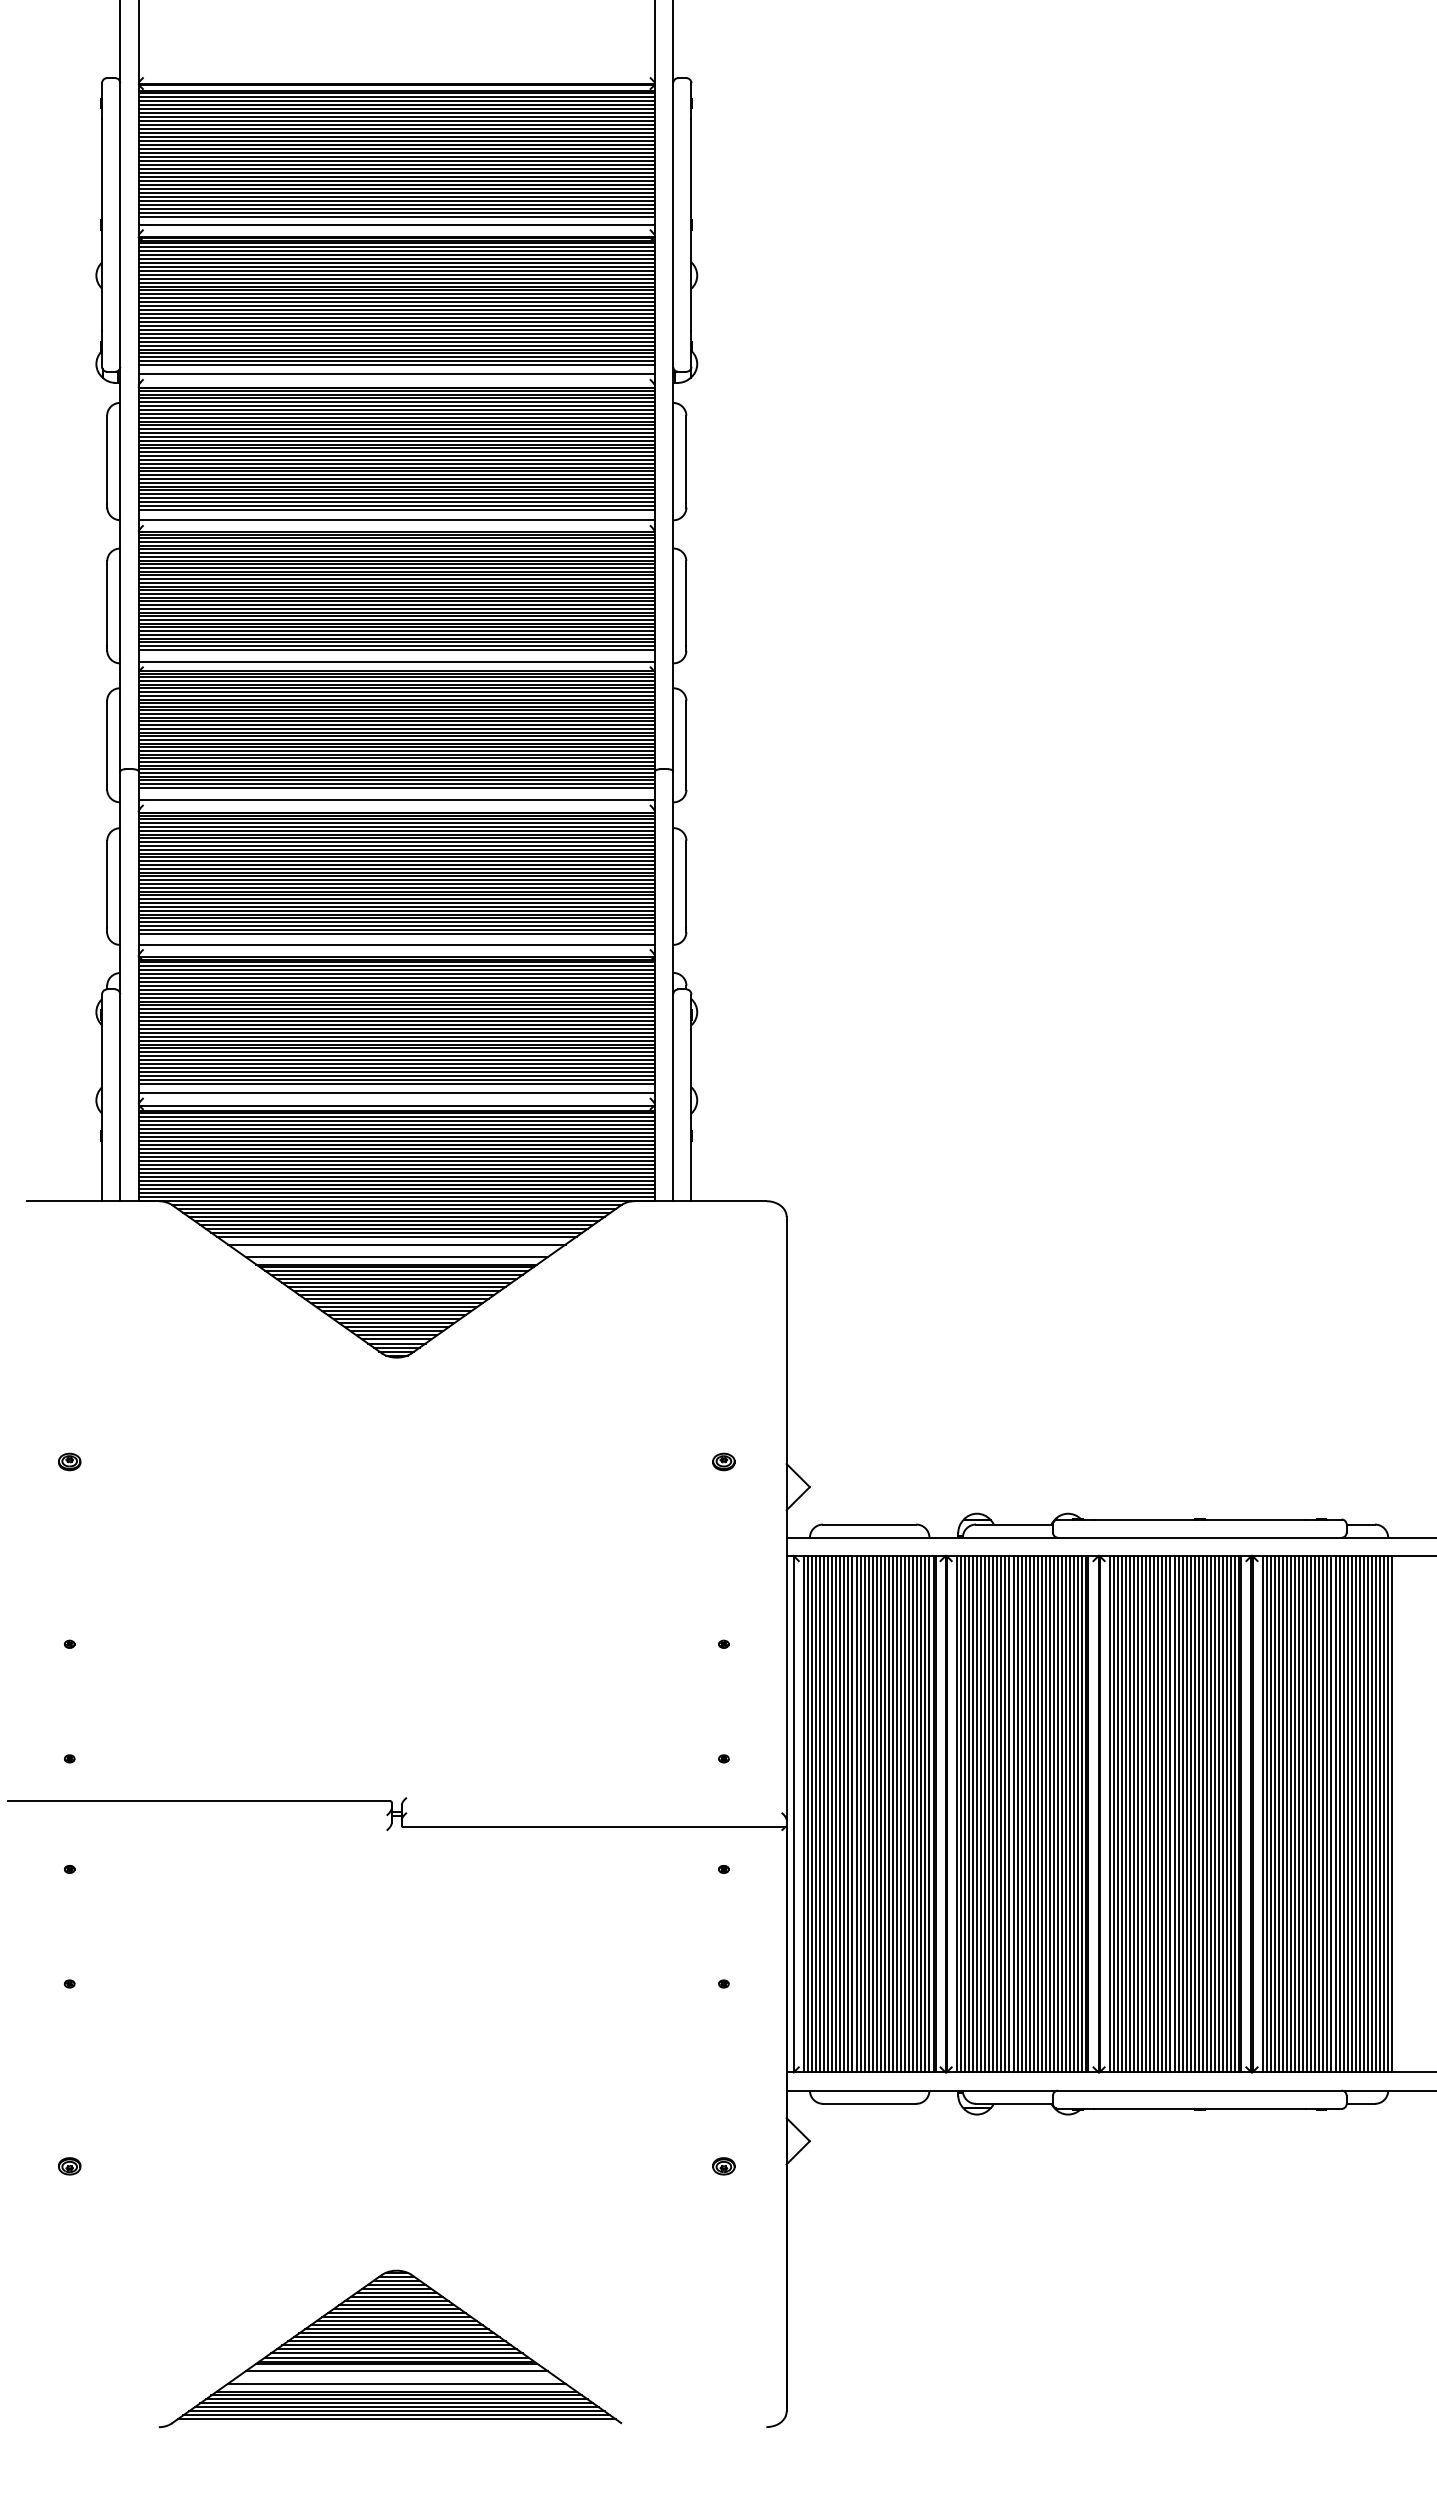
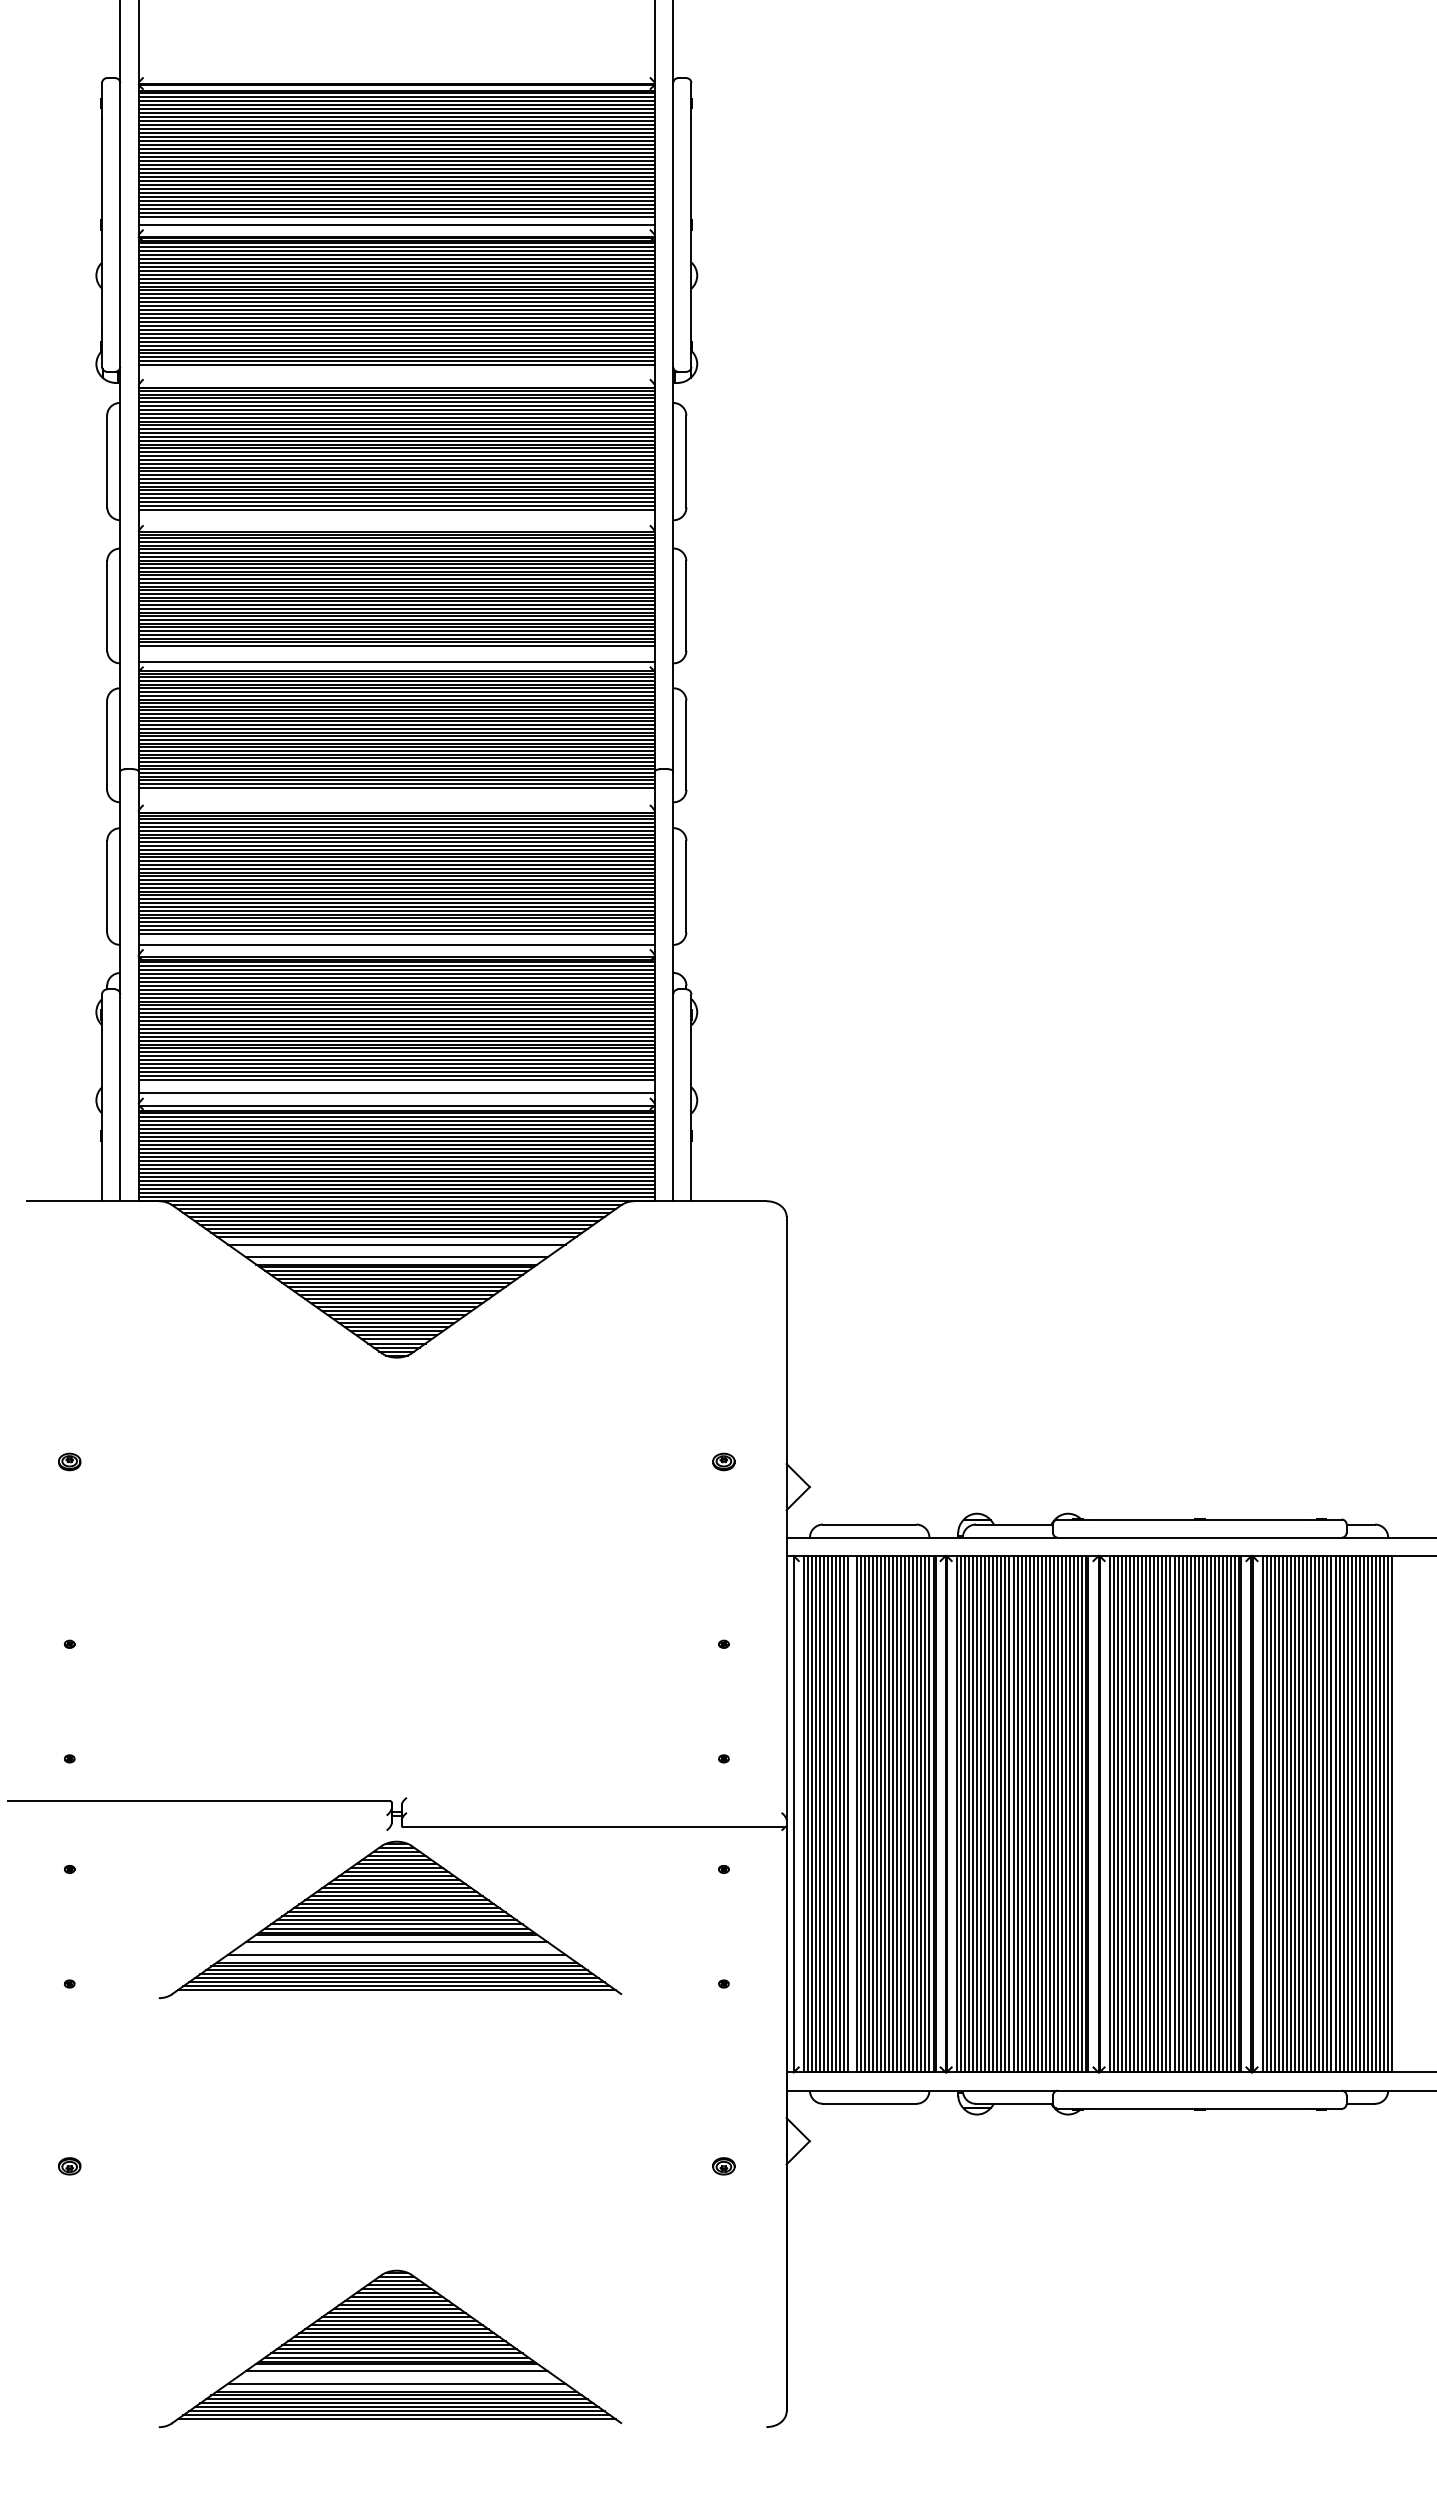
line at (396, 374): present -> none
line at (396, 520): present -> none
line at (396, 649): present -> none
line at (396, 800): present -> none
line at (396, 1083): present -> none
line at (852, 1813): present -> none
part at (390, 1919): none -> present
